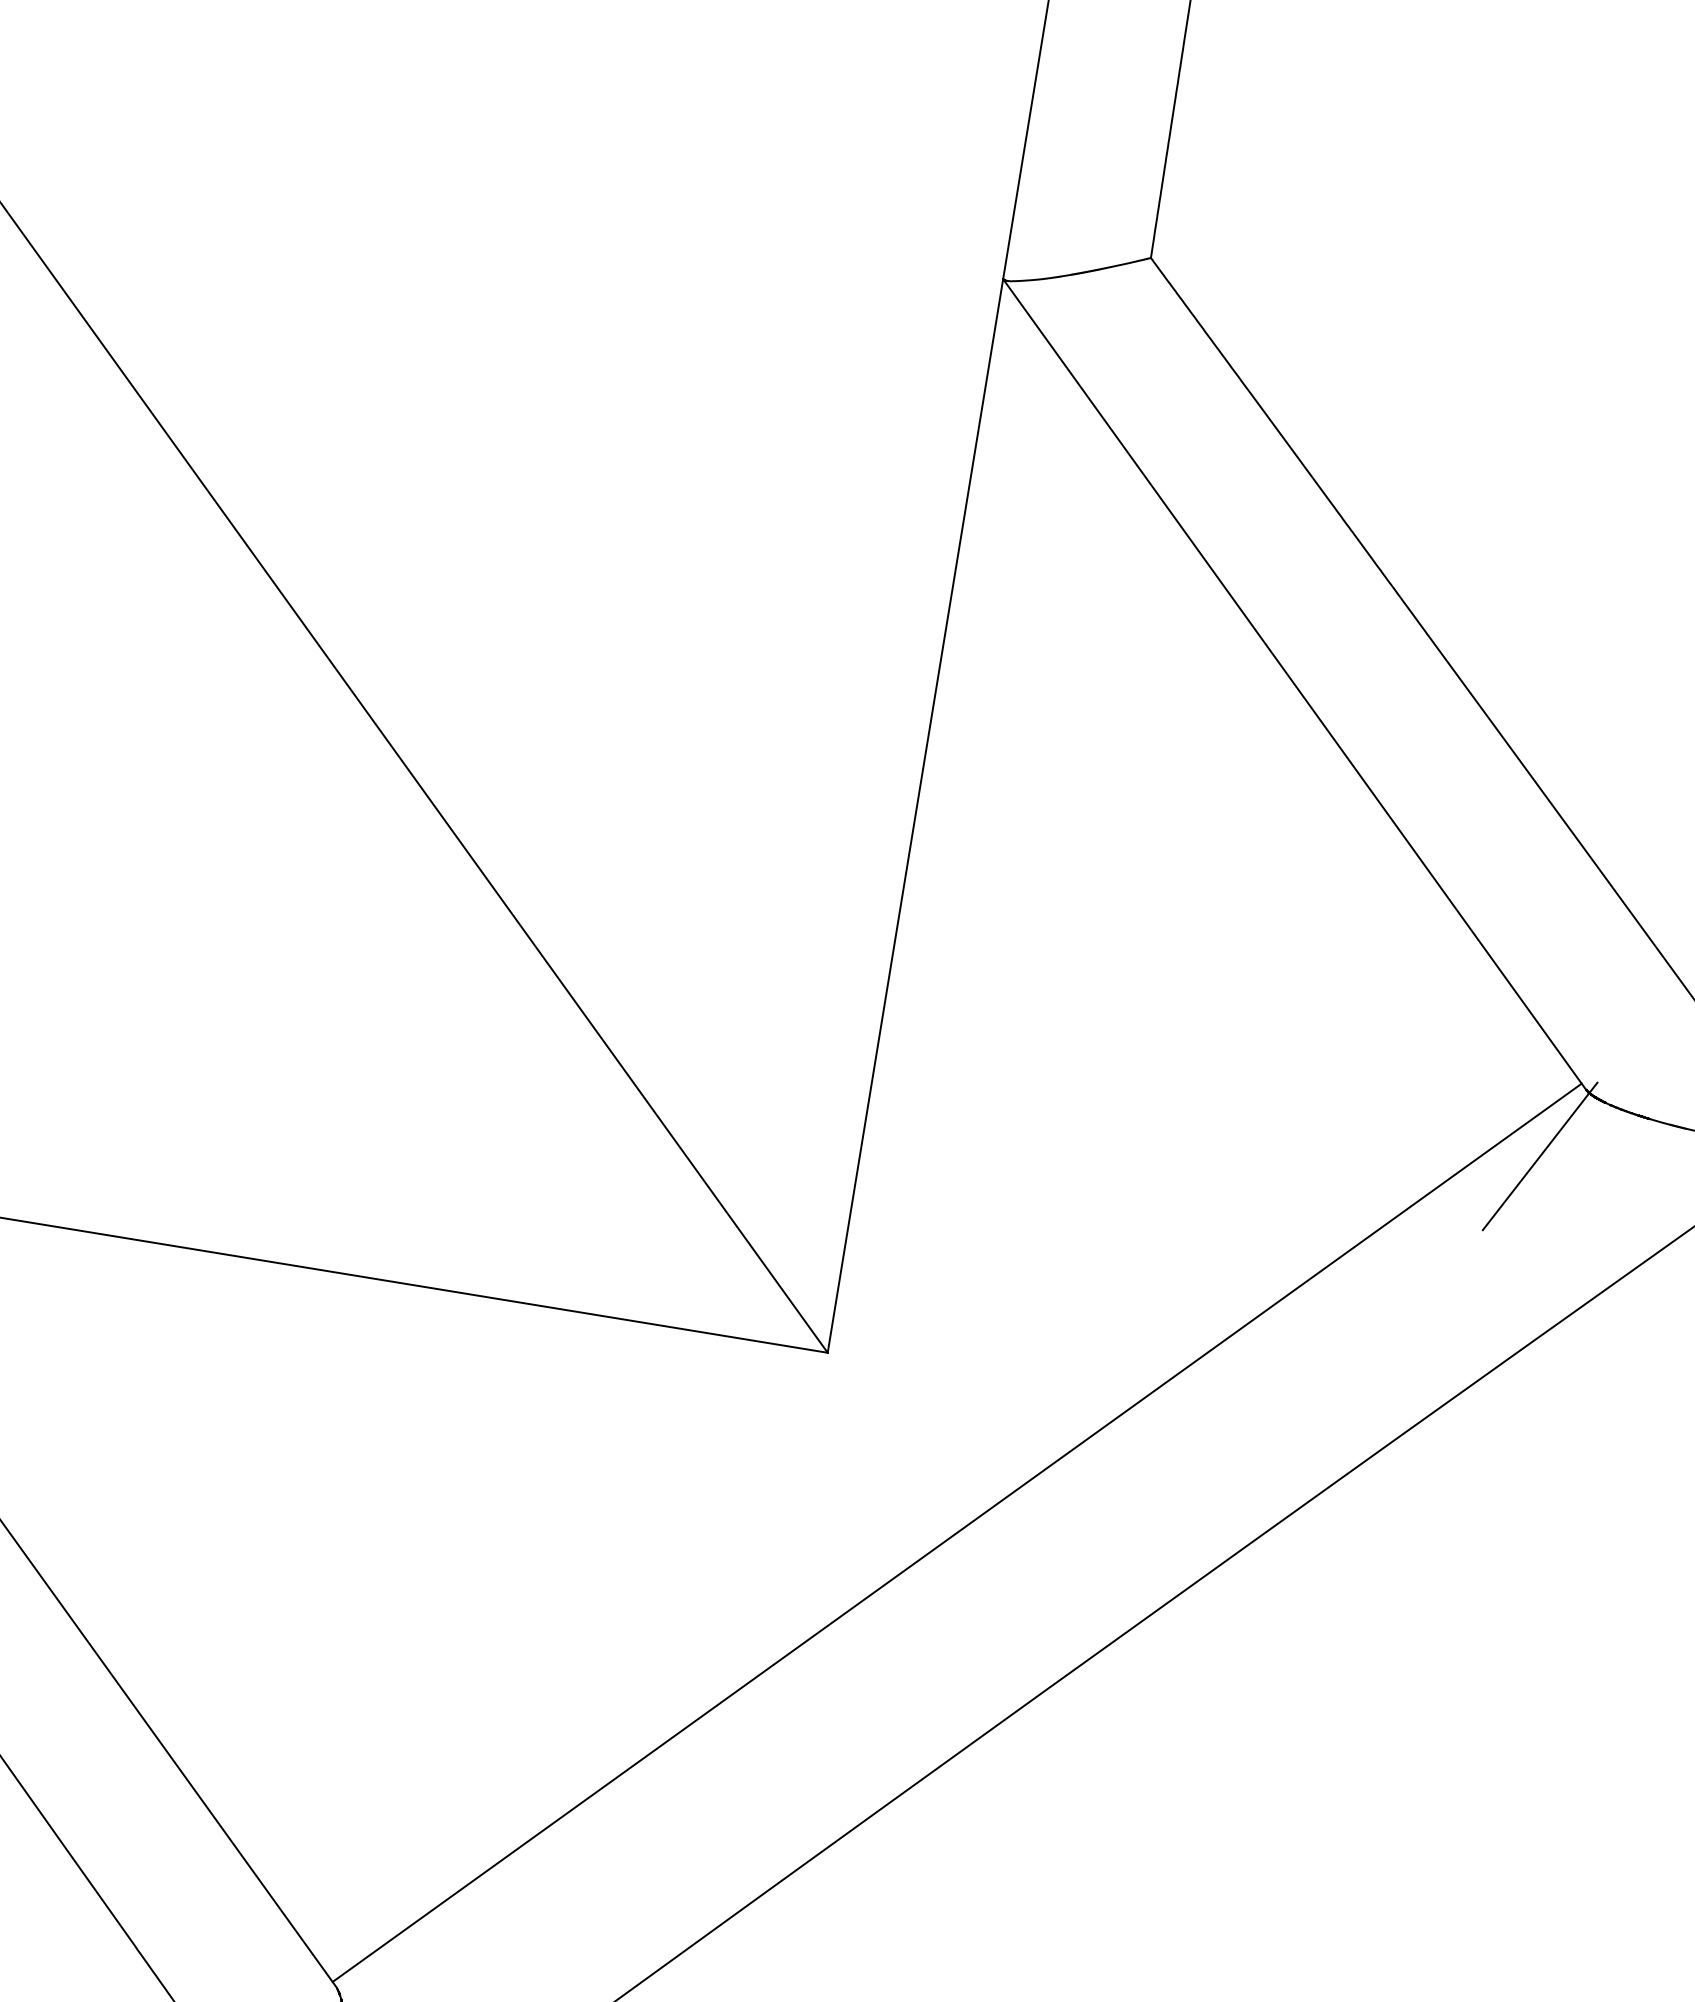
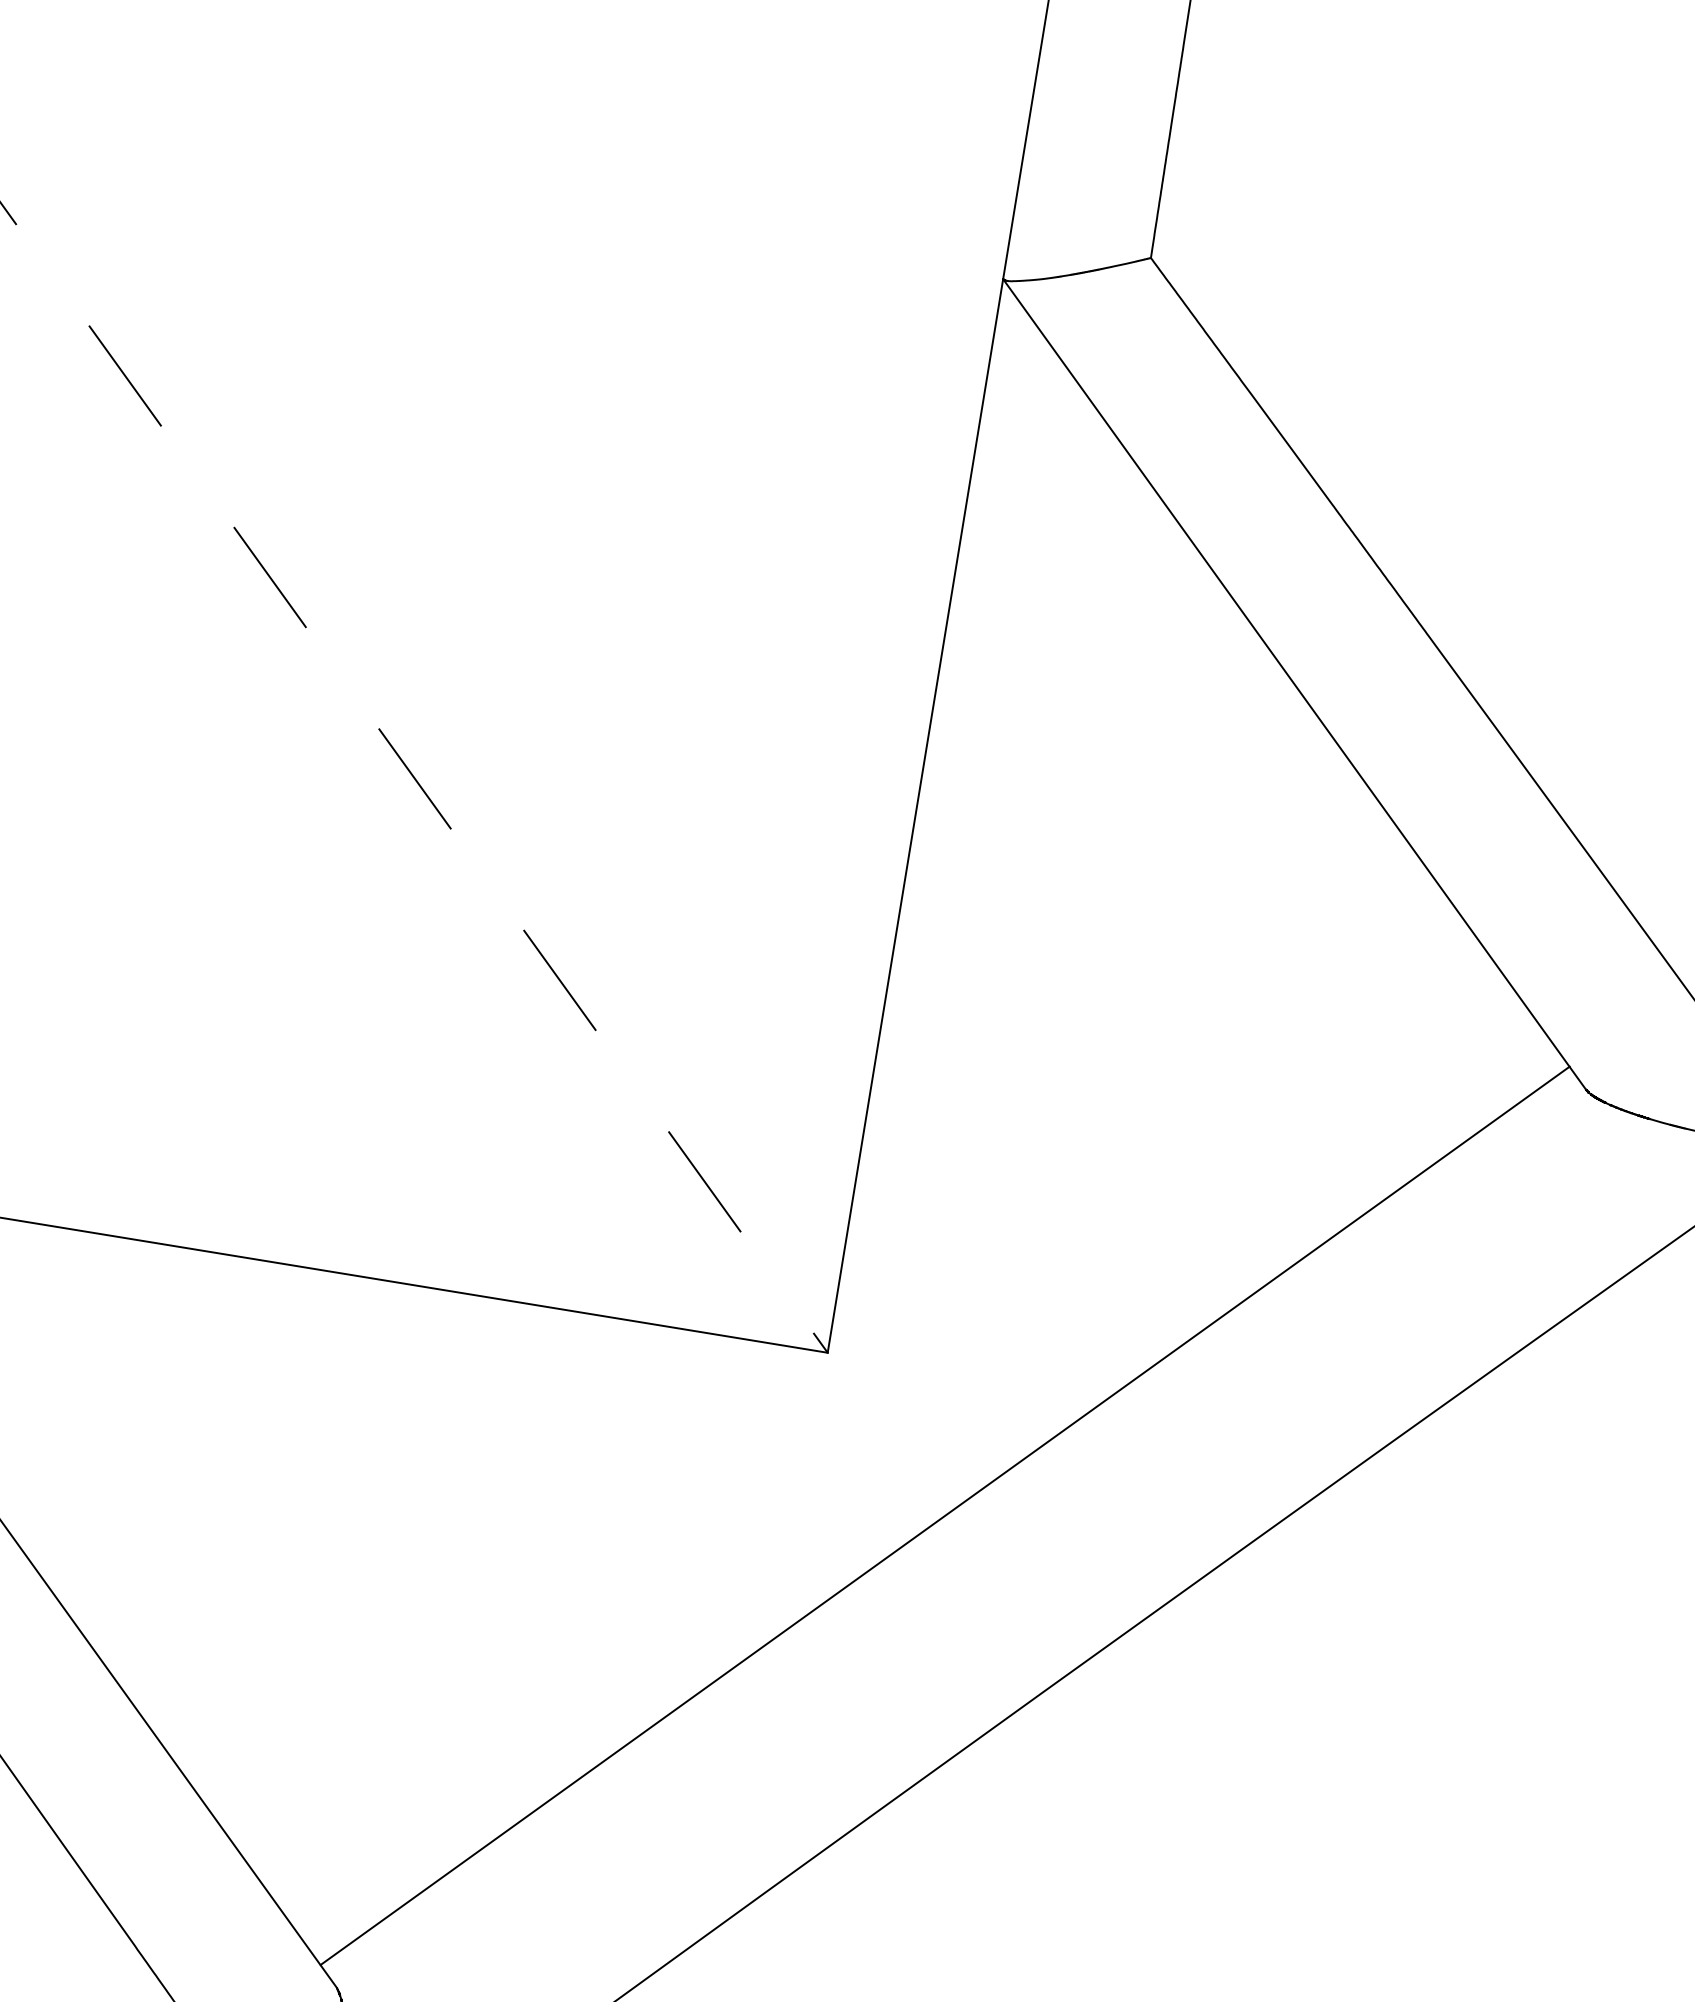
line at (414, 778): solid -> dashed
line at (1539, 1156): present -> none
line at (956, 1532) position: (956, 1532) -> (944, 1515)
